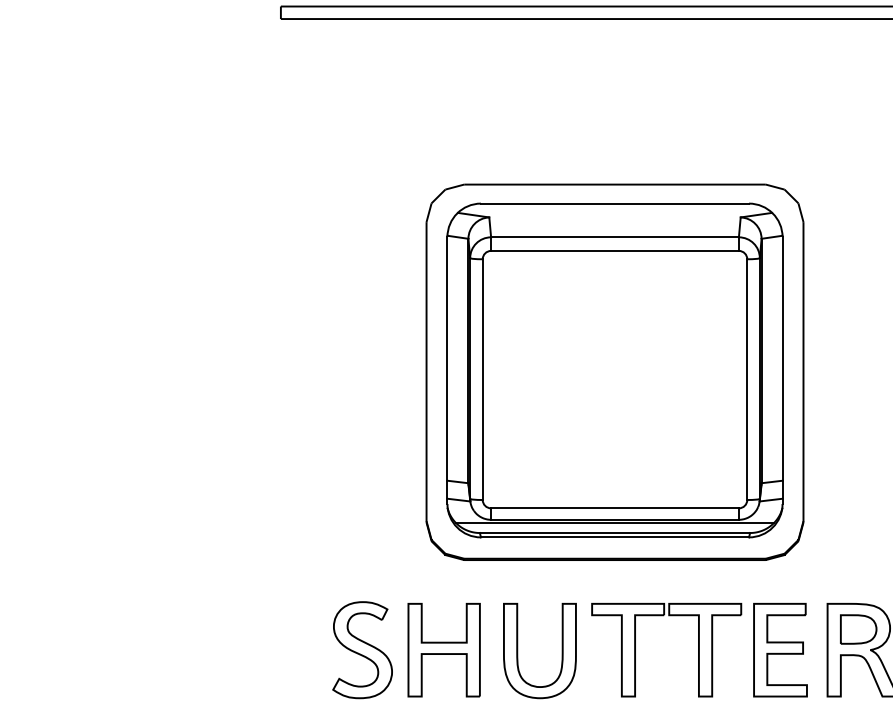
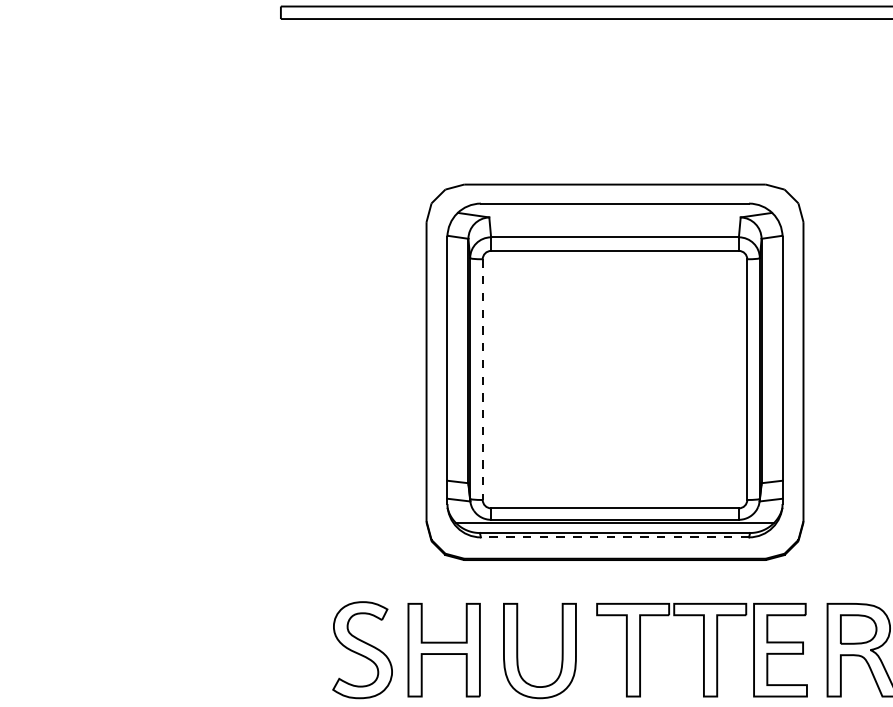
line at (482, 380): solid -> dashed
line at (614, 537): solid -> dashed
part at (635, 650) position: (635, 650) -> (640, 650)
